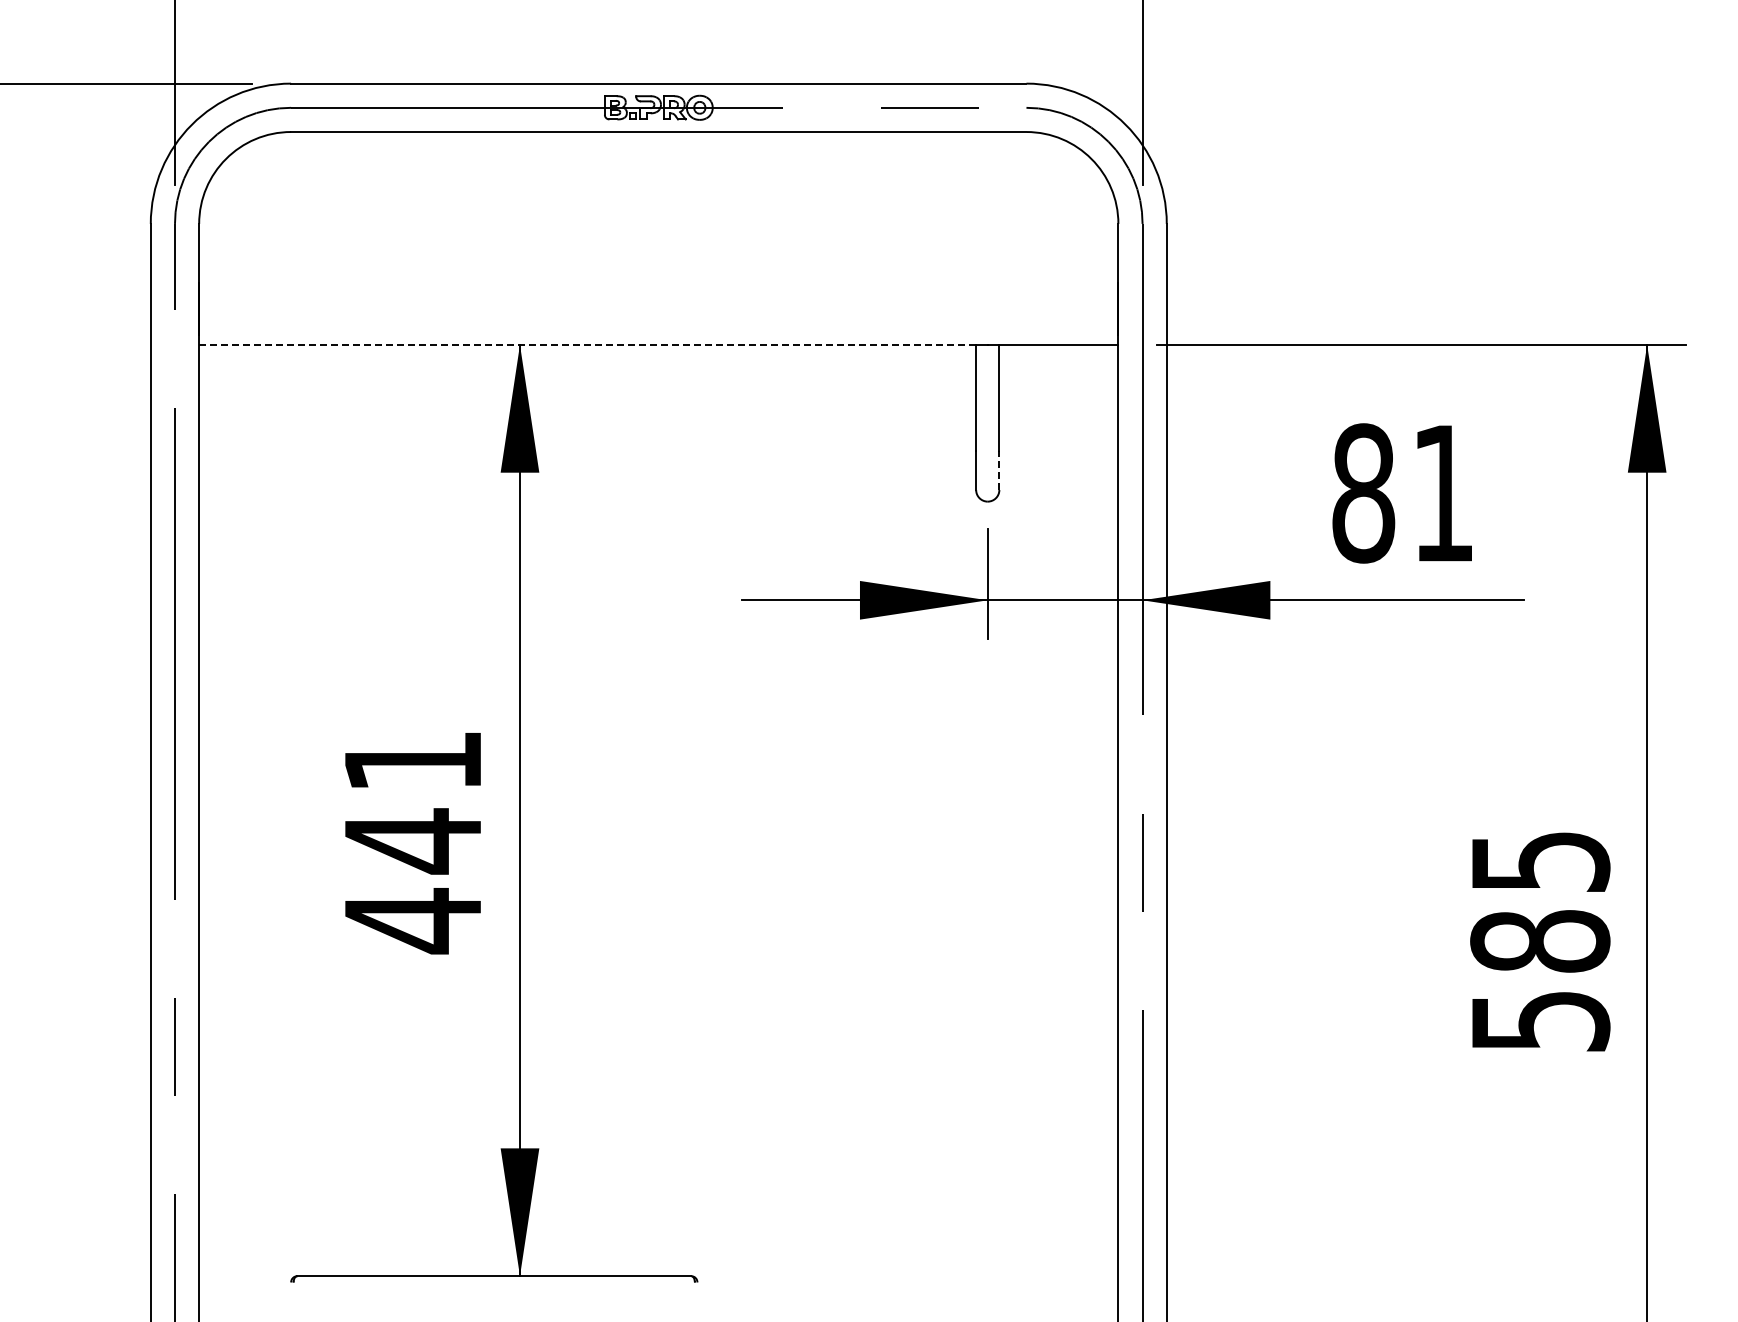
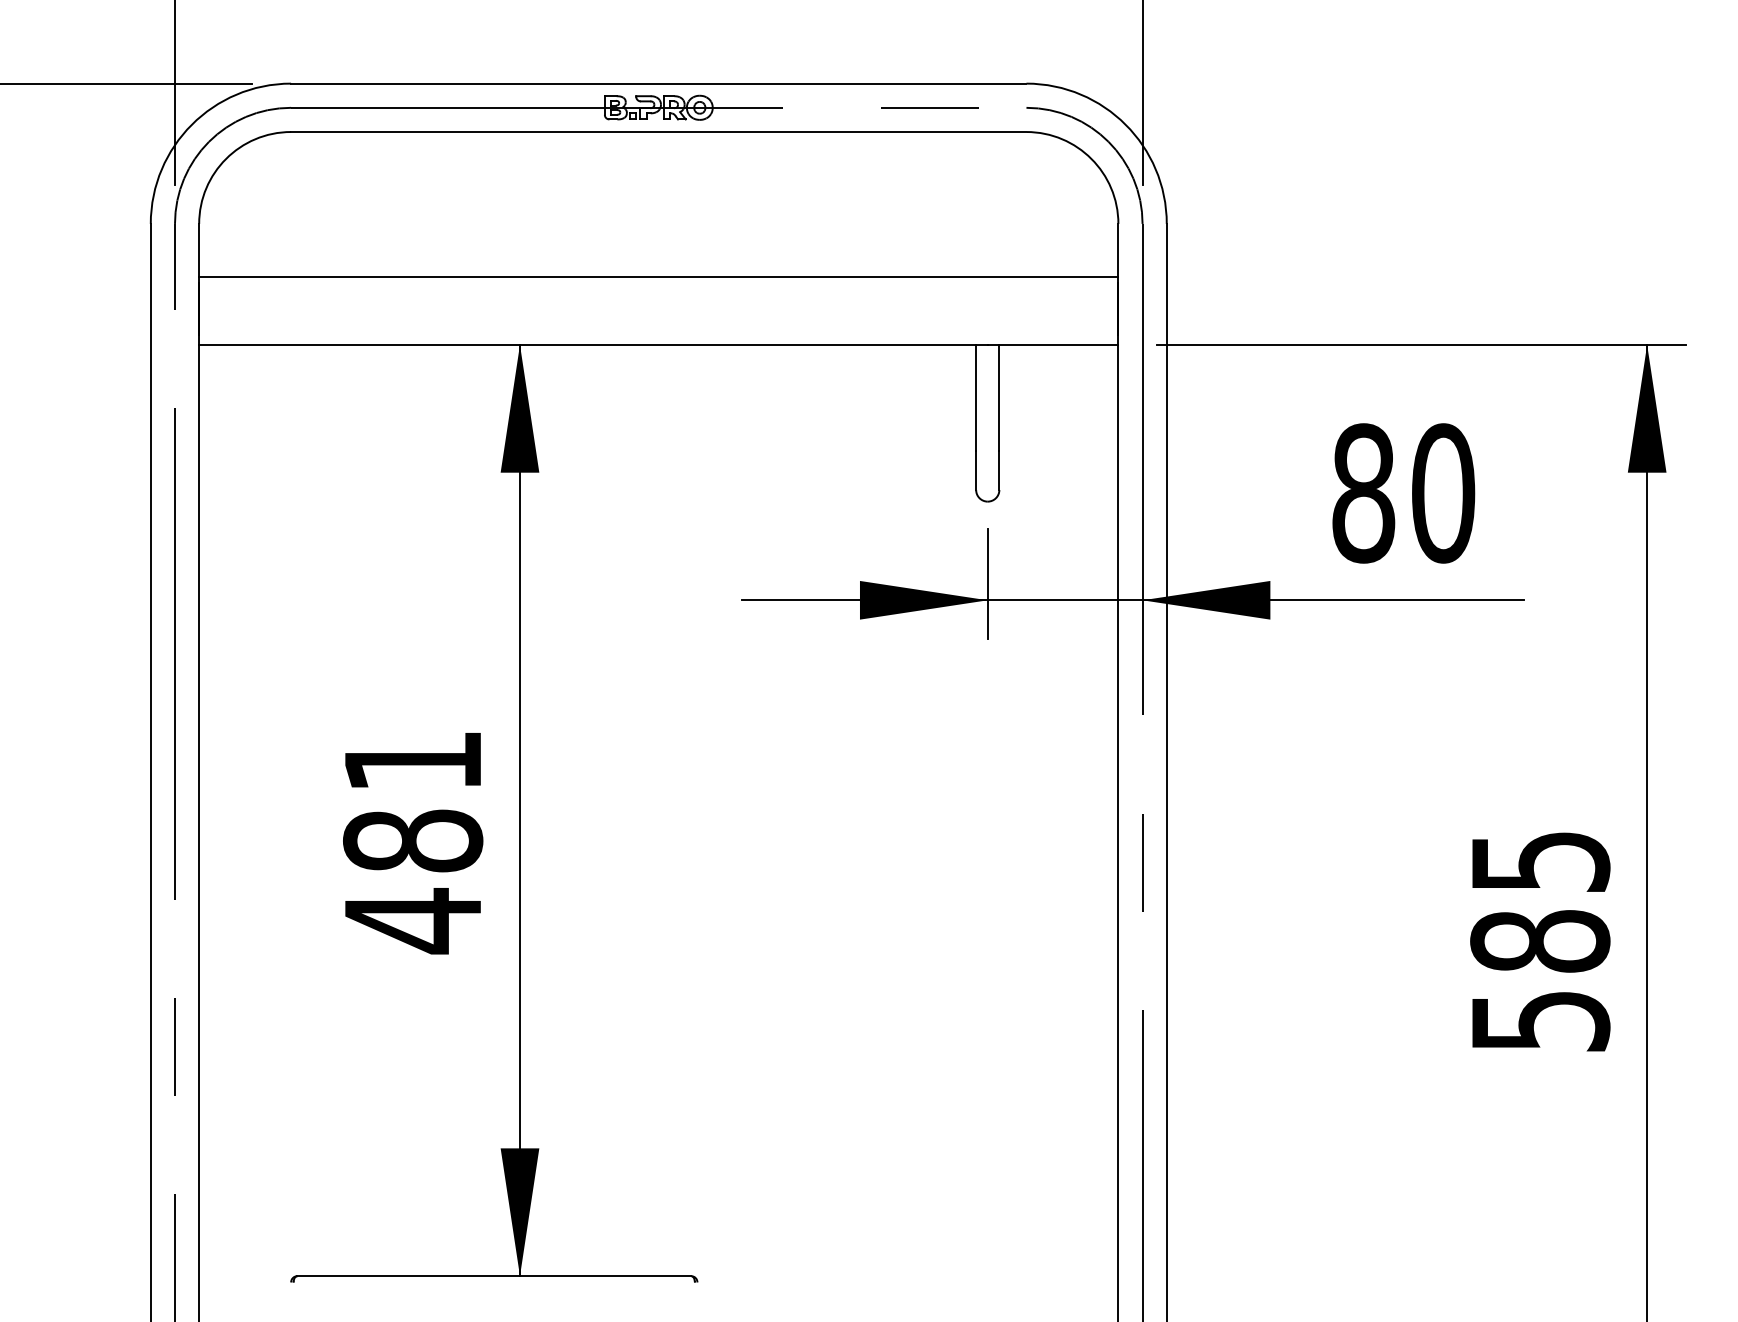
line at (658, 277): none -> present
line at (587, 344): dashed -> solid
line at (999, 470): dashed -> solid
text at (1443, 493): 81 -> 80
text at (413, 841): 441 -> 481
